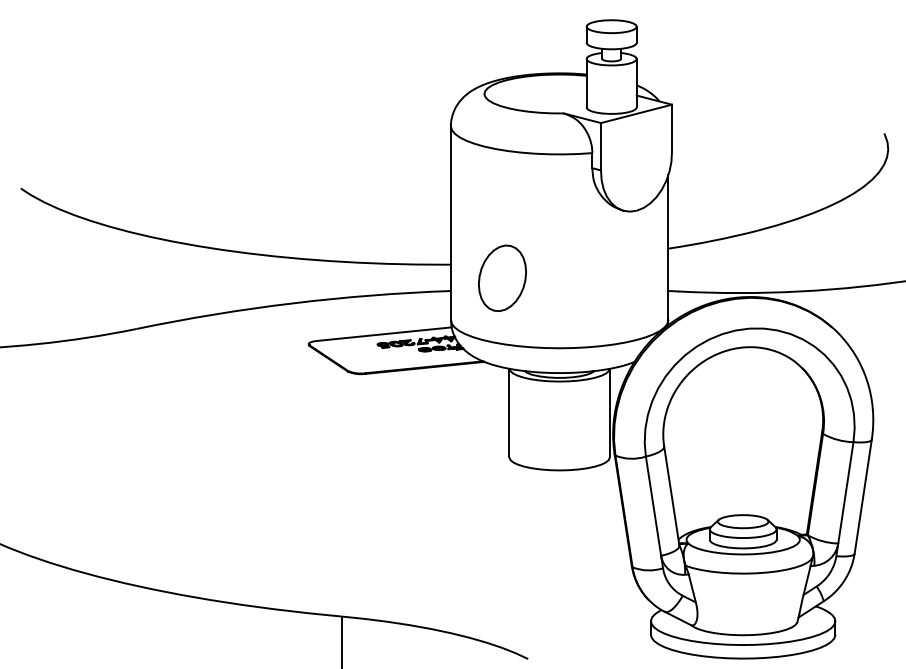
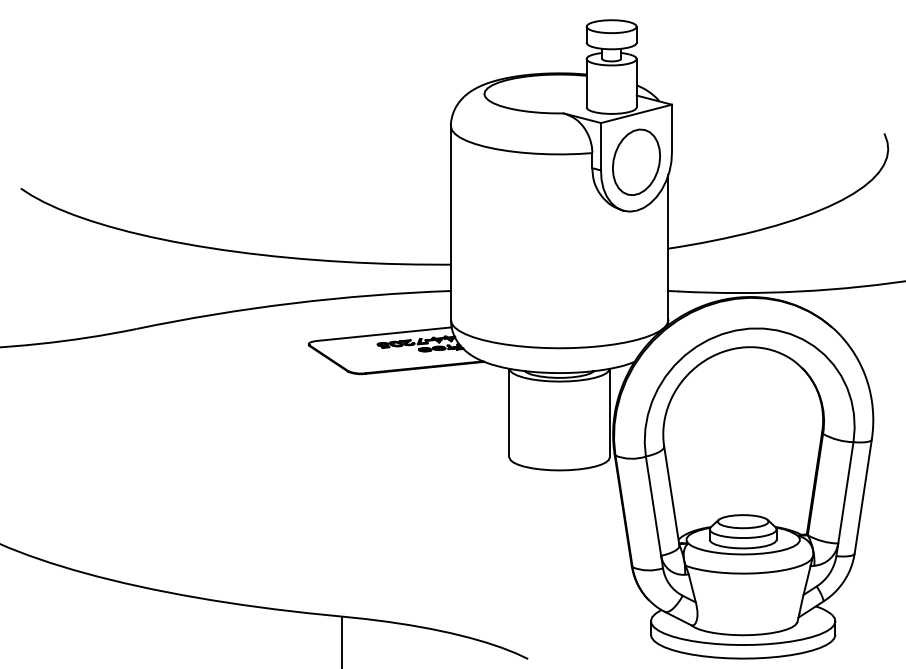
part at (502, 277) position: (502, 277) -> (636, 161)
